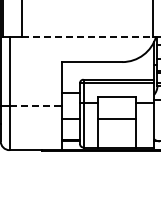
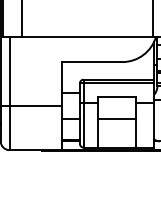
line at (87, 36): dashed -> solid
line at (36, 106): dashed -> solid
